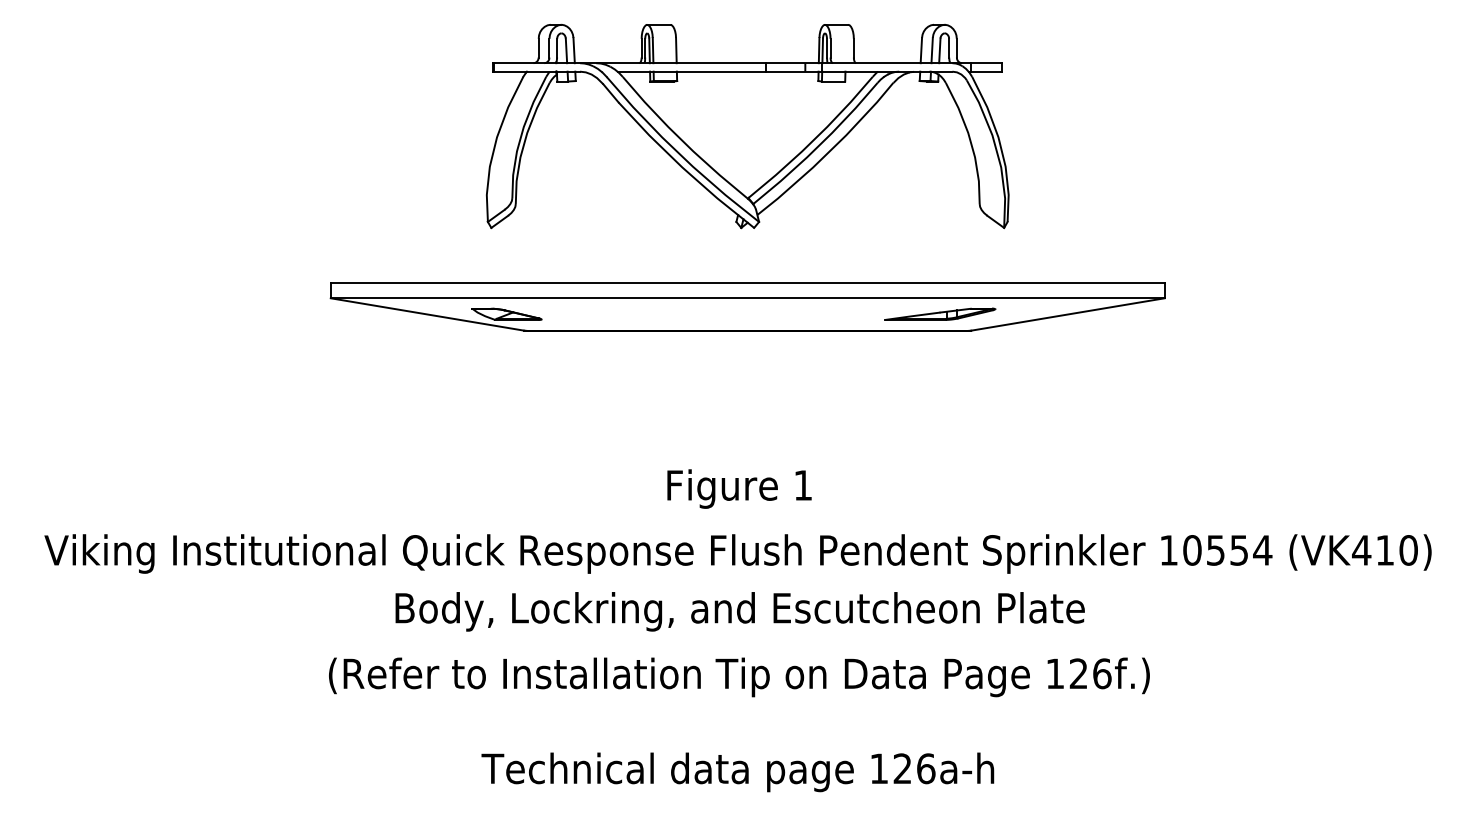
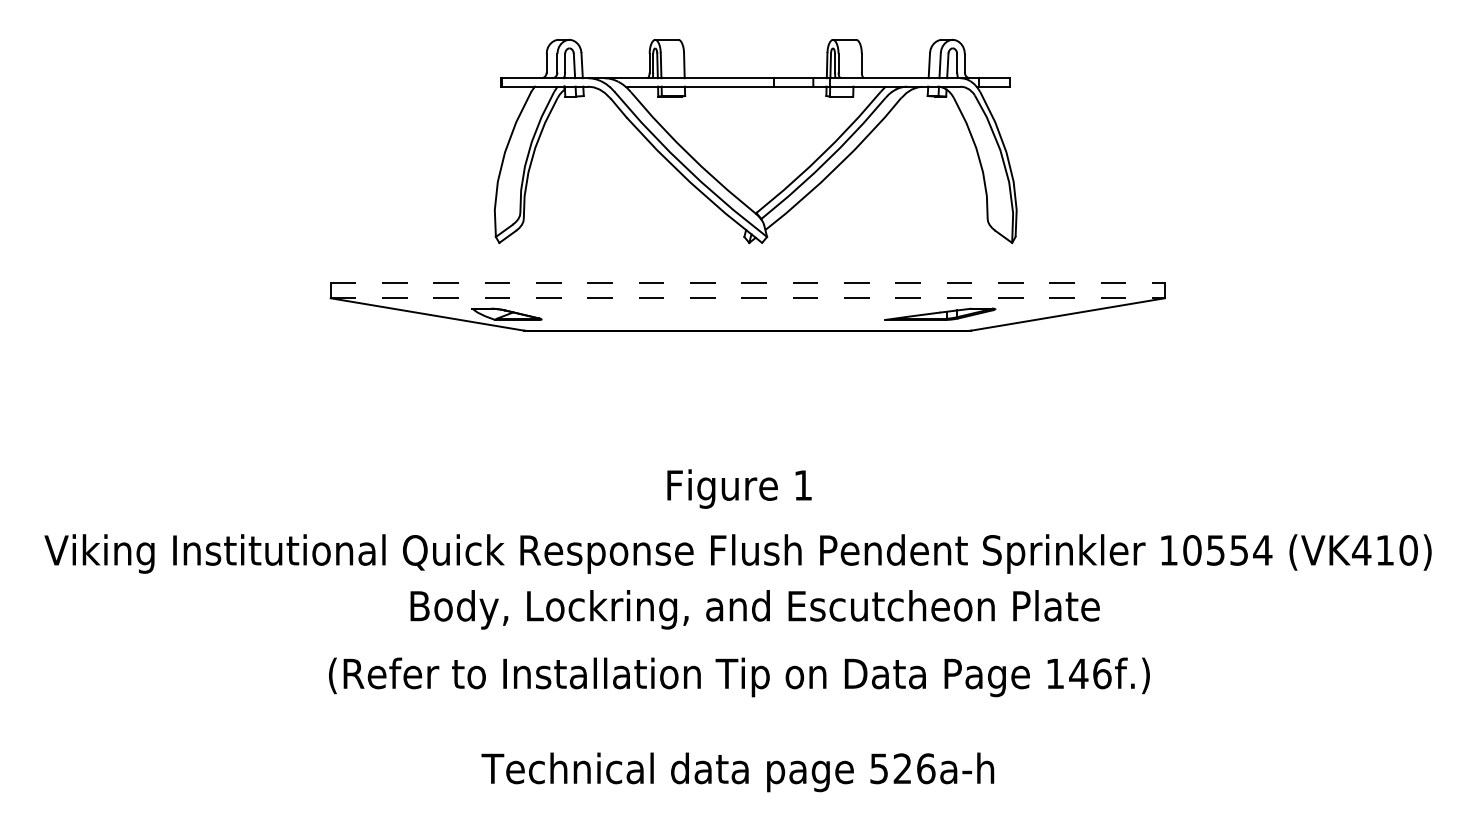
part at (747, 126) position: (747, 126) -> (755, 141)
line at (747, 283): solid -> dashed
line at (747, 298): solid -> dashed
text at (739, 611) position: (739, 611) -> (754, 609)
text at (1078, 673): 126f.) -> 146f.)
text at (878, 768): 126a-h -> 526a-h
